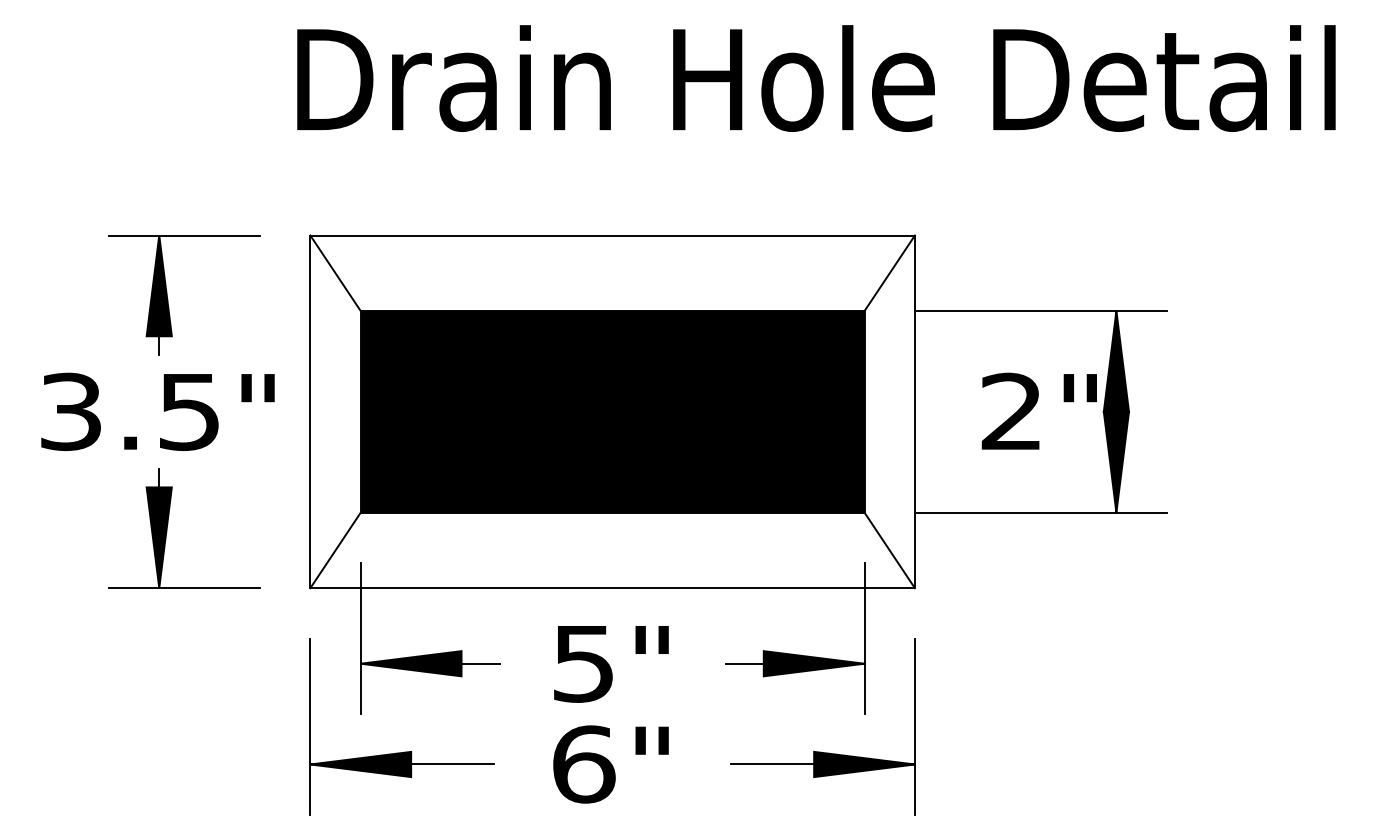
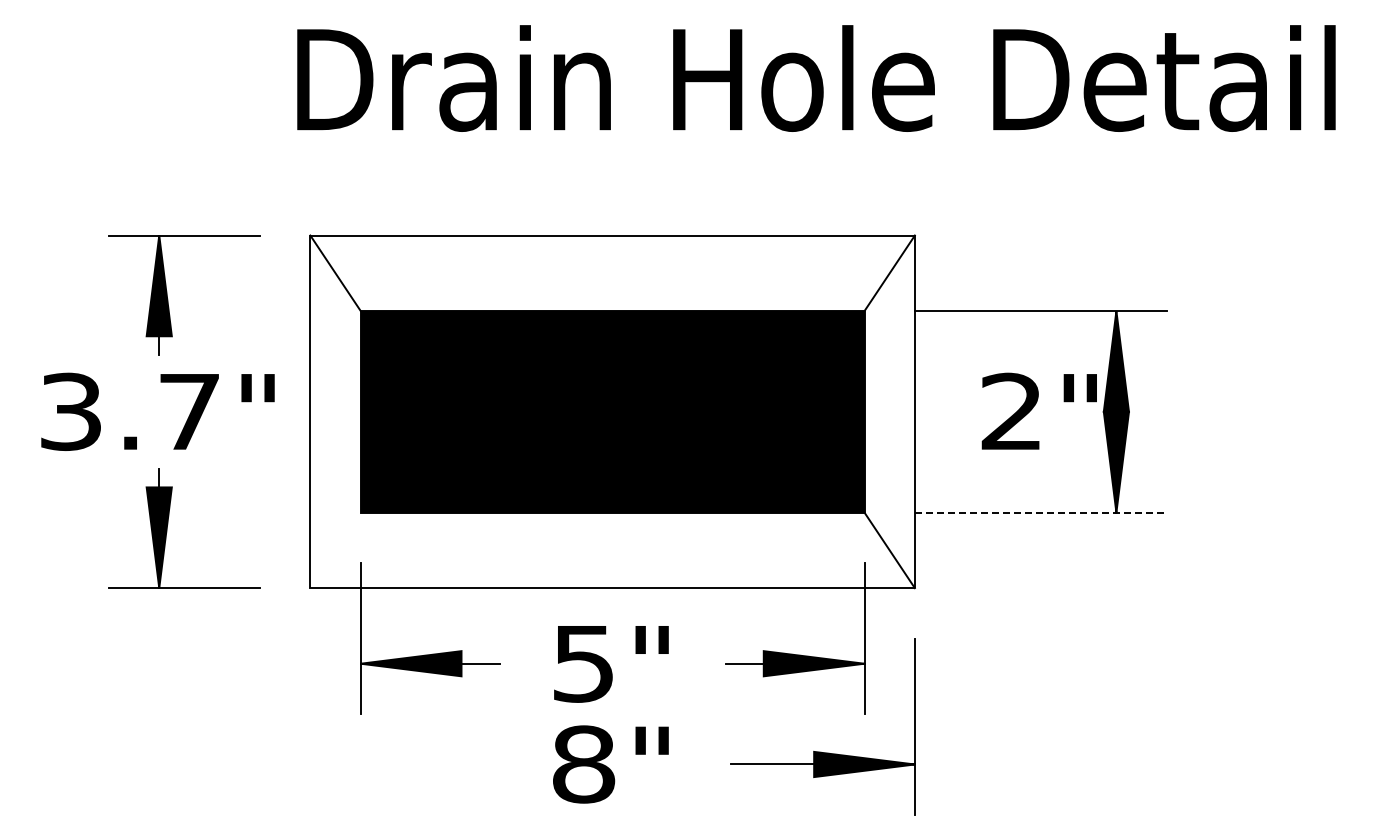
text at (189, 412): 3.5" -> 3.7"
line at (1040, 512): solid -> dashed
line at (335, 550): present -> none
part at (404, 751): present -> none
text at (584, 764): 6" -> 8"
